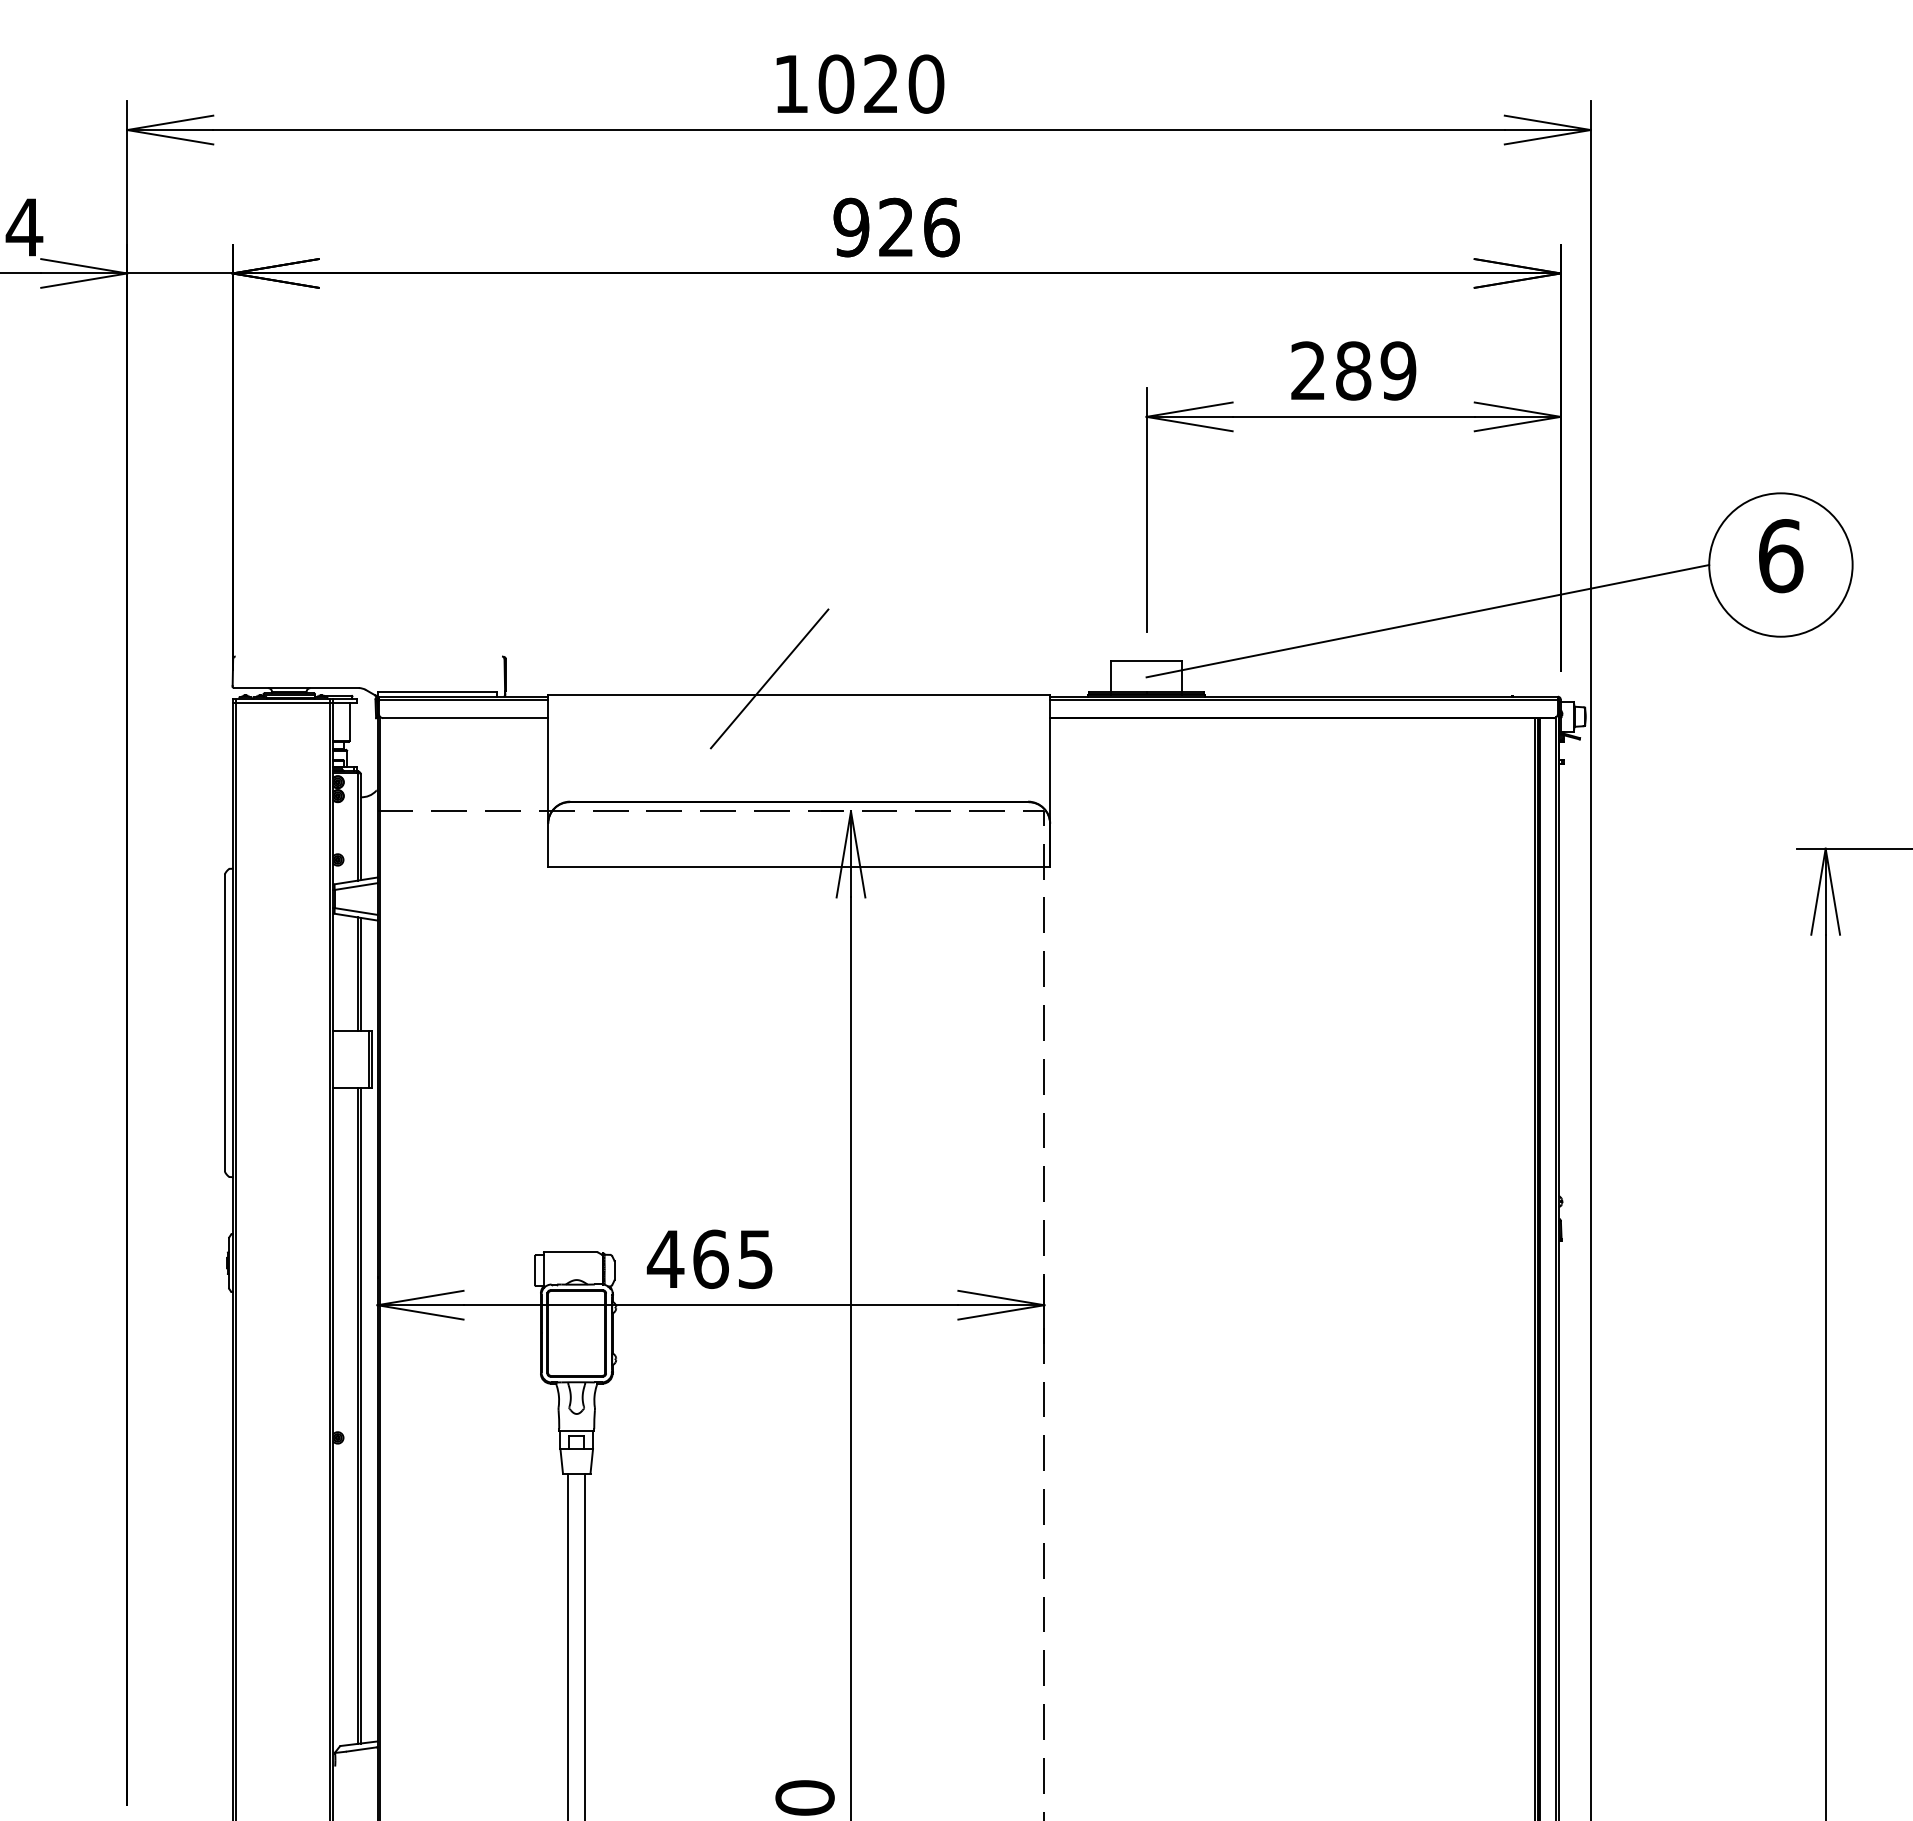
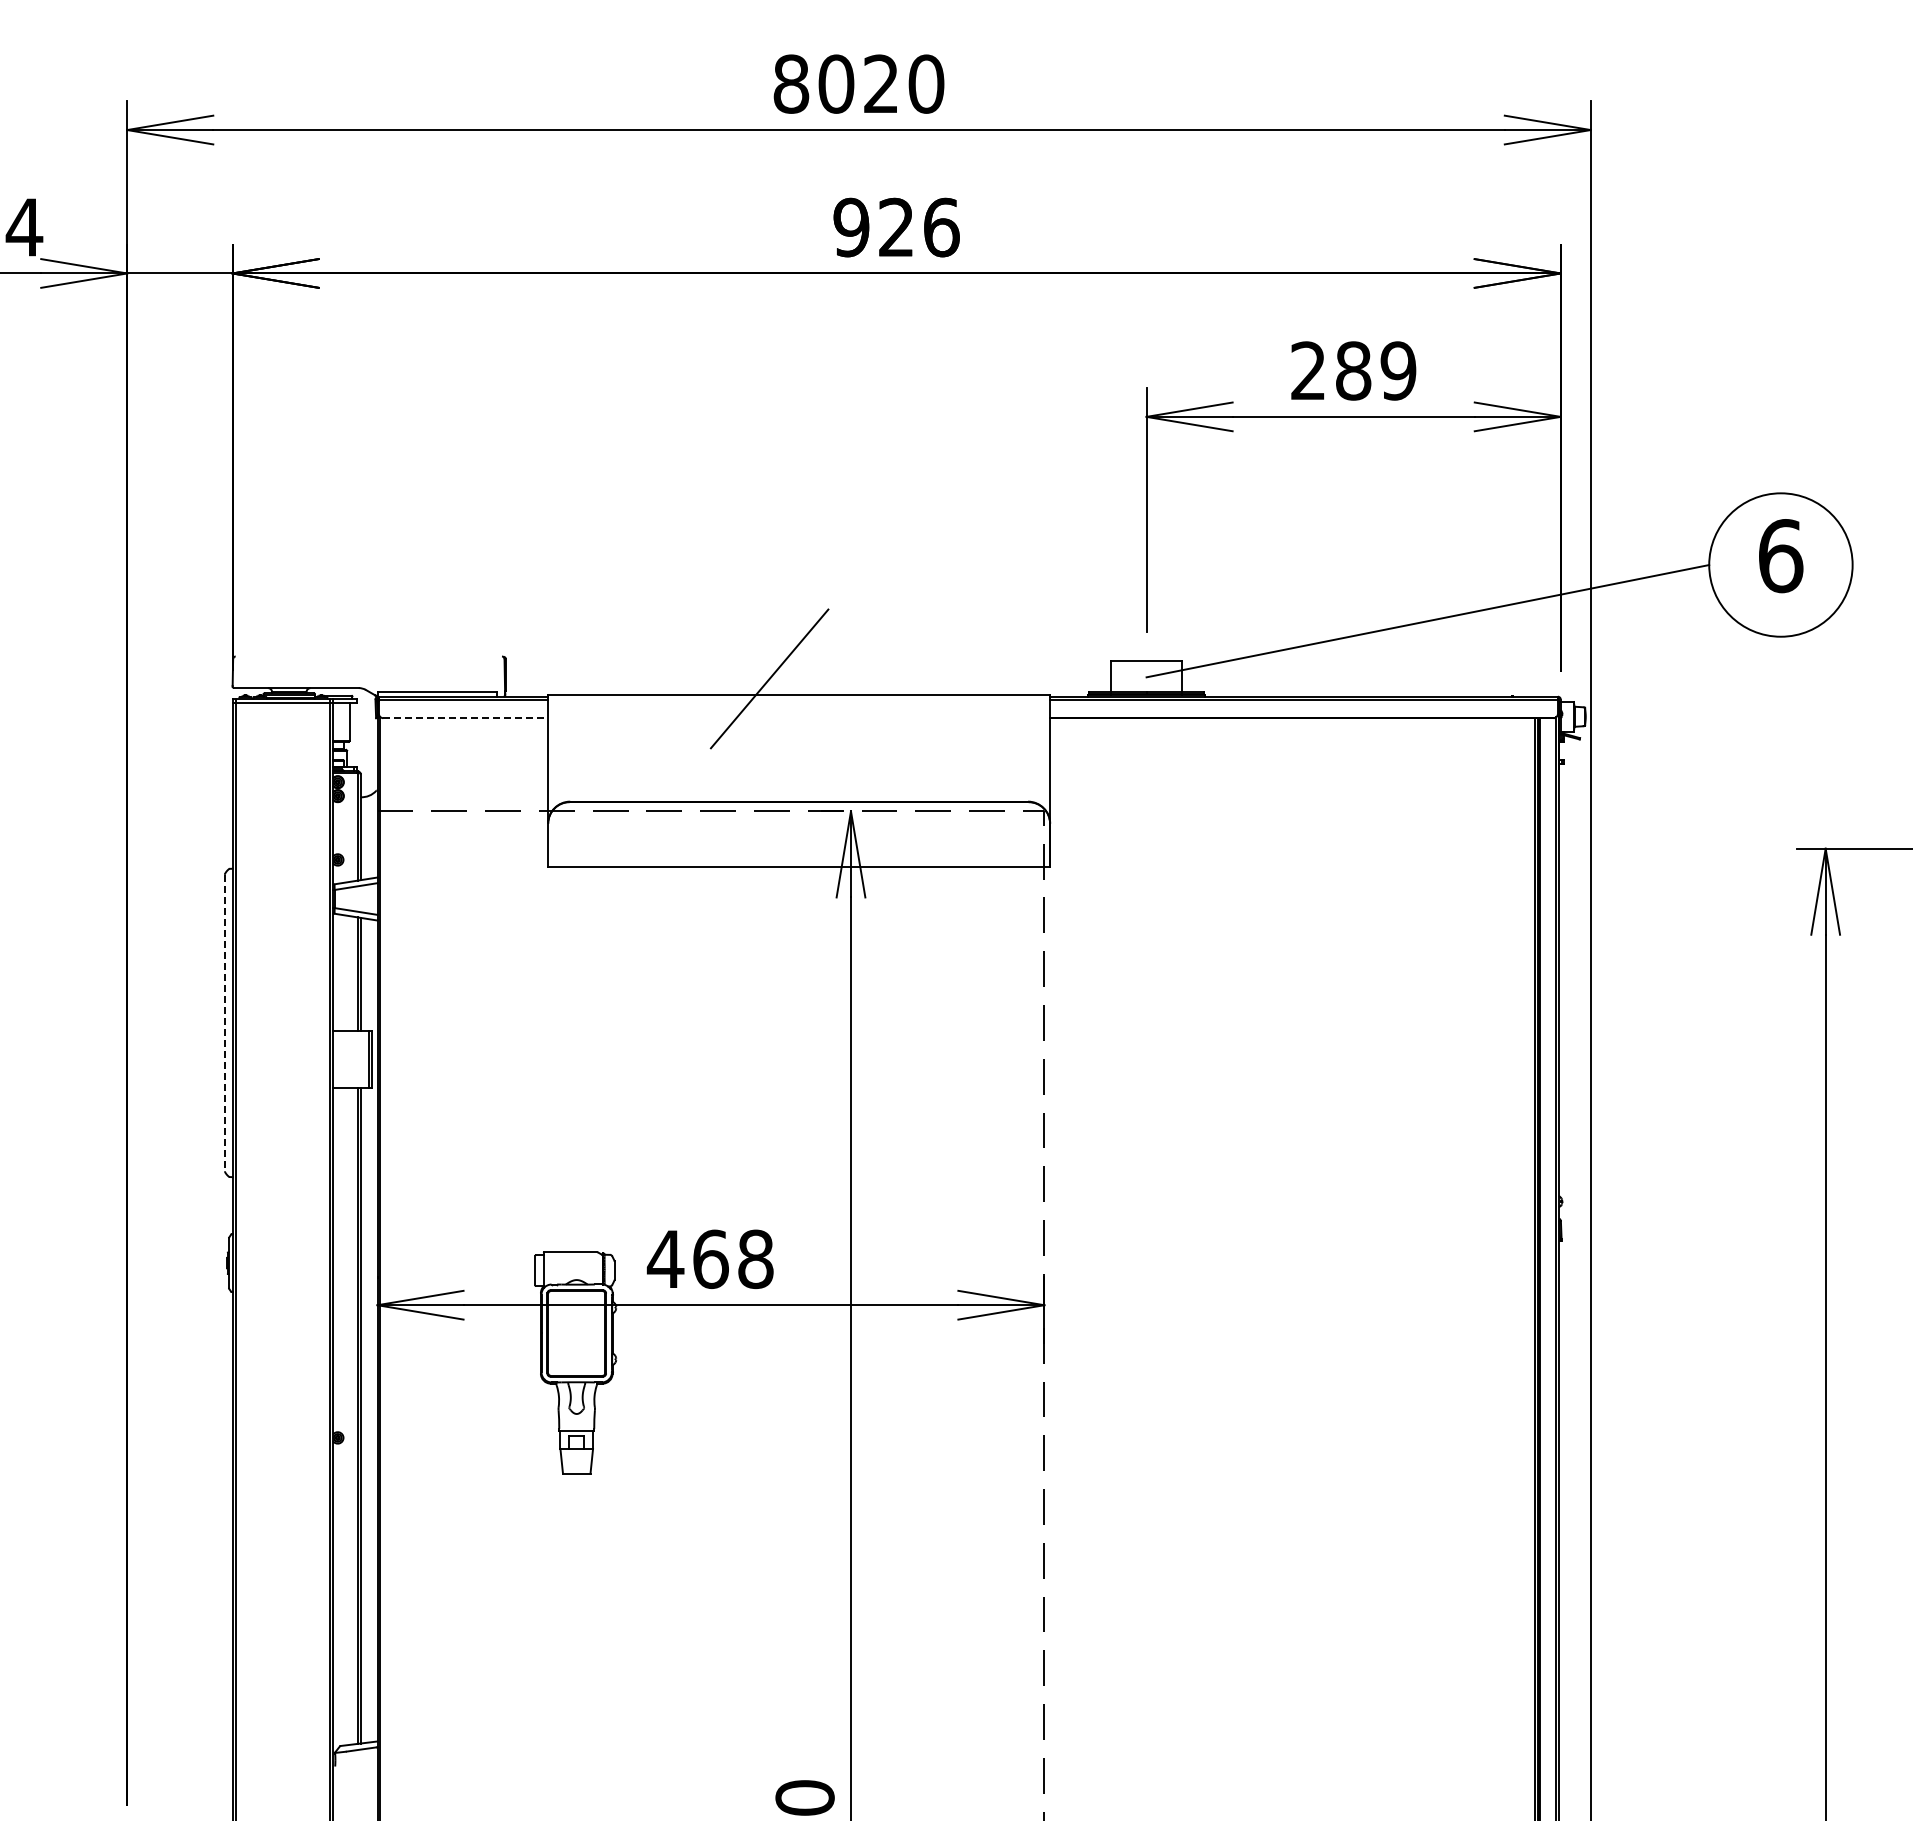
text at (791, 83): 1020 -> 8020
line at (466, 718): solid -> dashed
line at (224, 1023): solid -> dashed
text at (755, 1259): 465 -> 468
line at (568, 1645): present -> none
line at (585, 1645): present -> none
